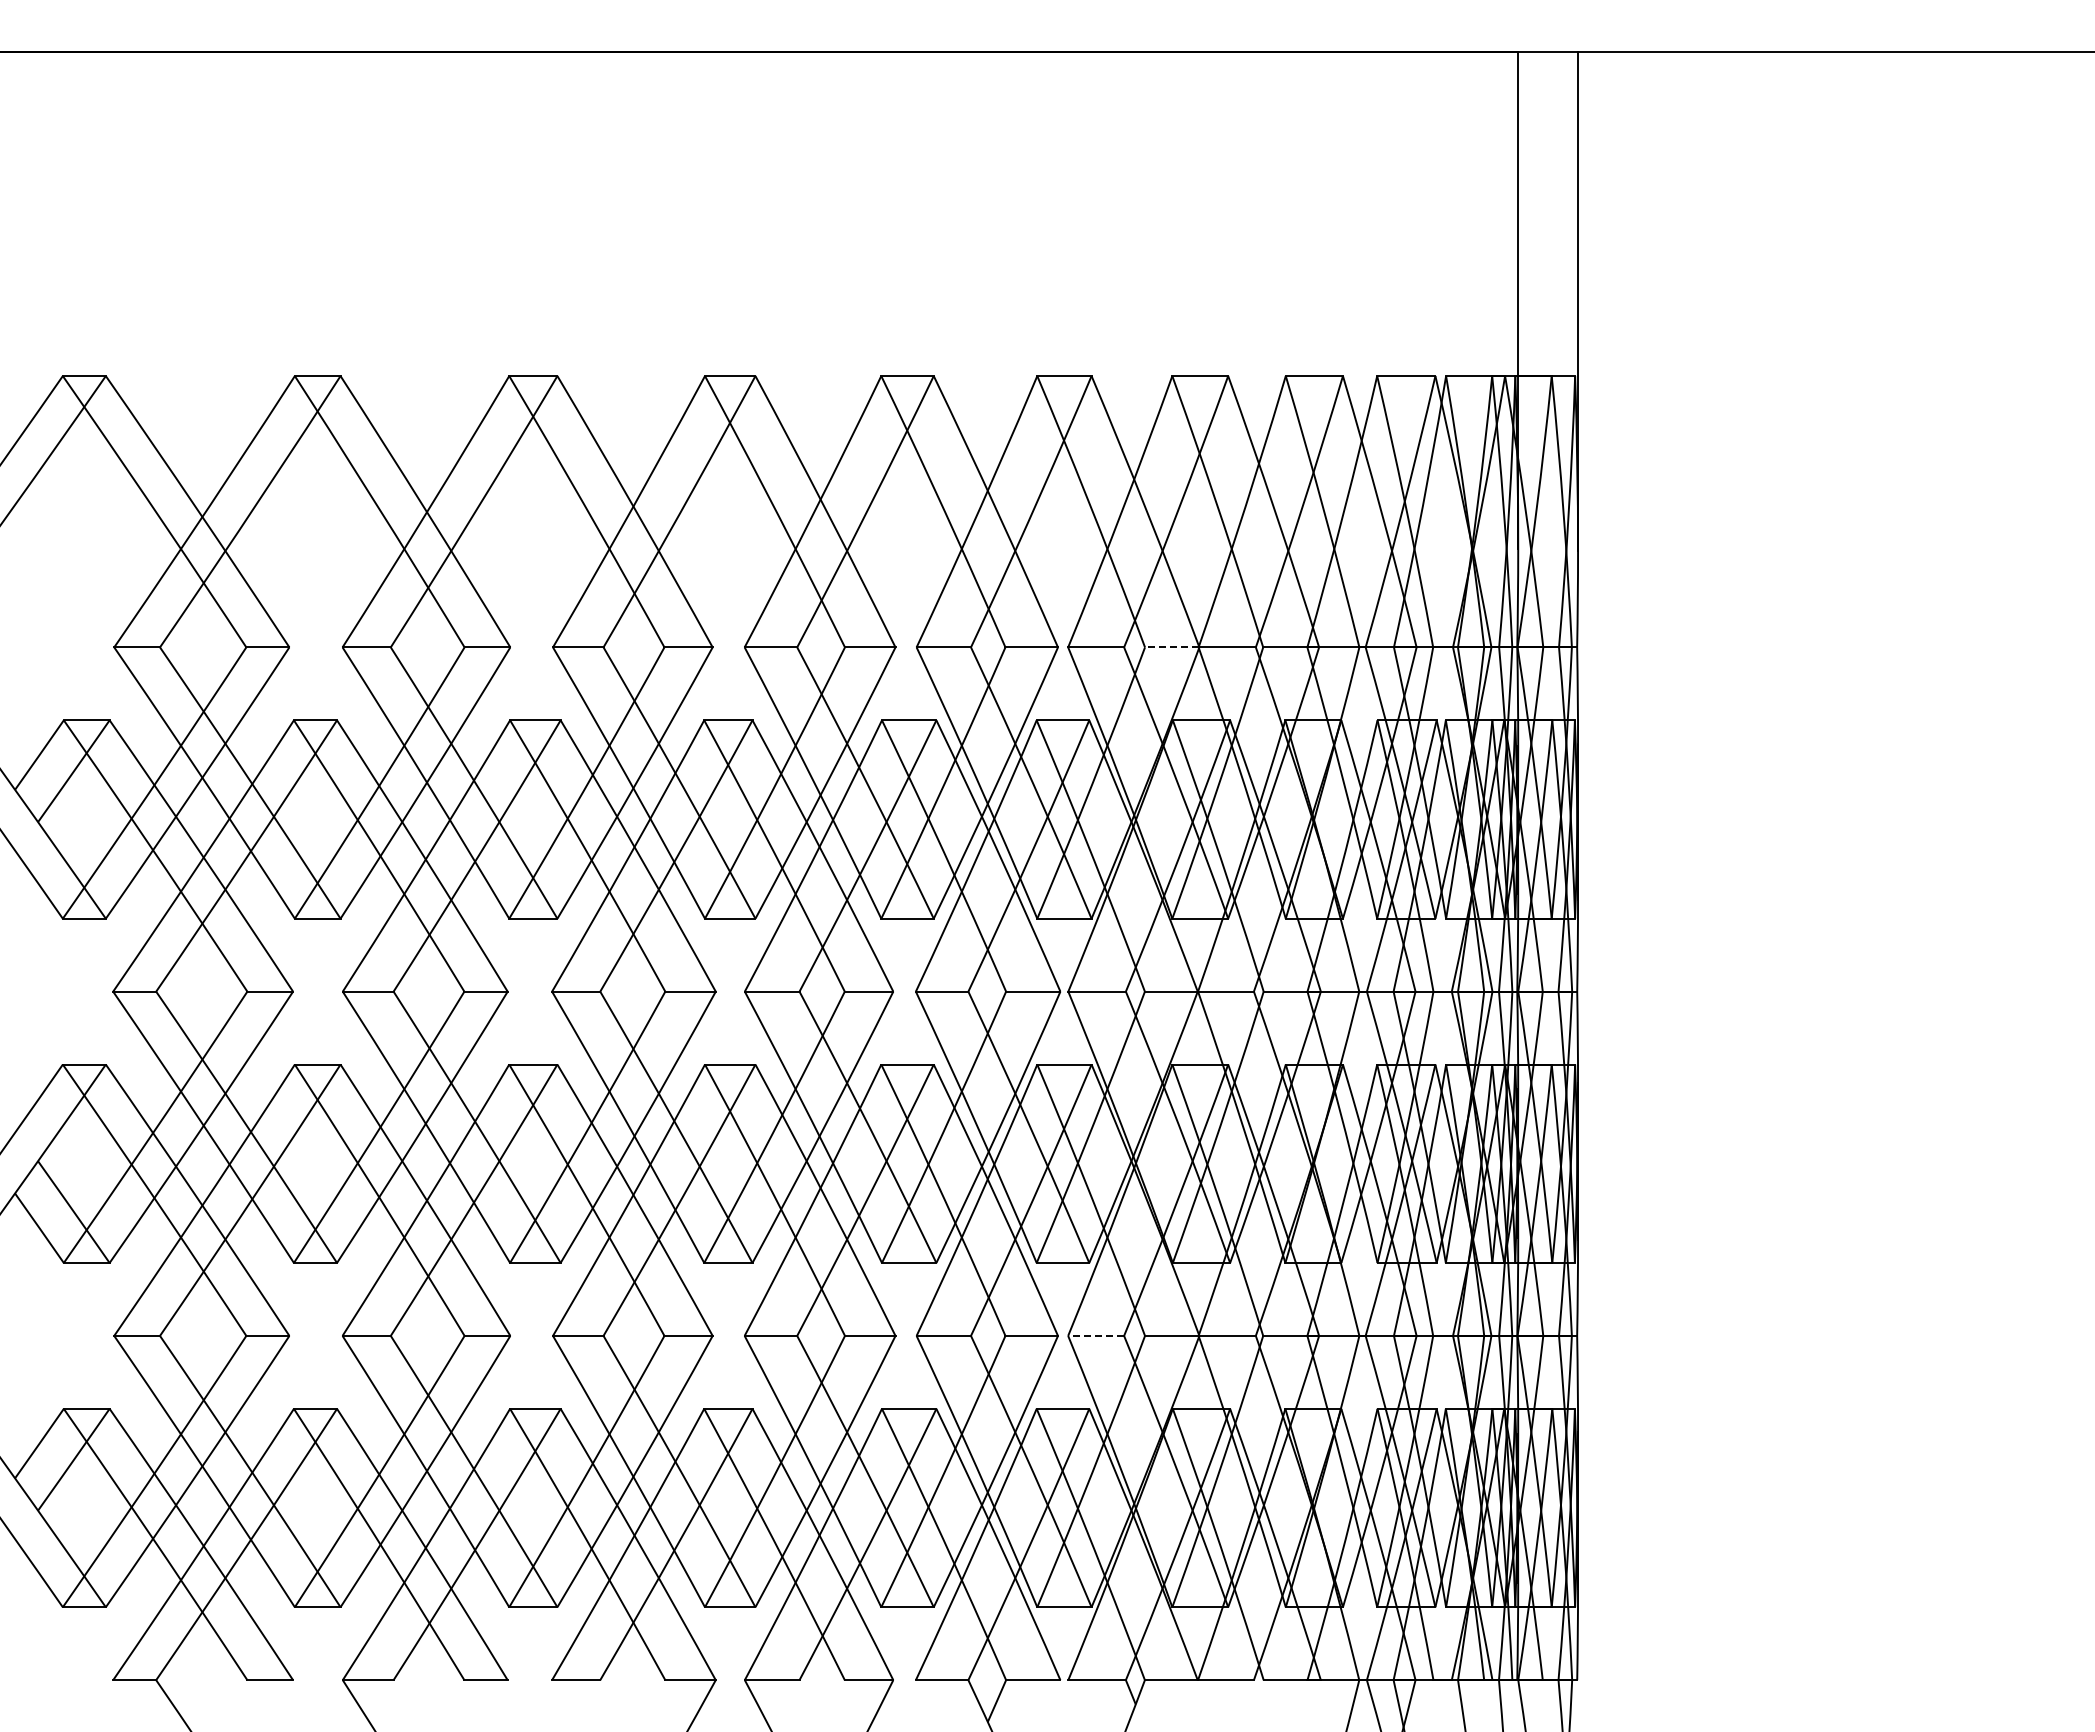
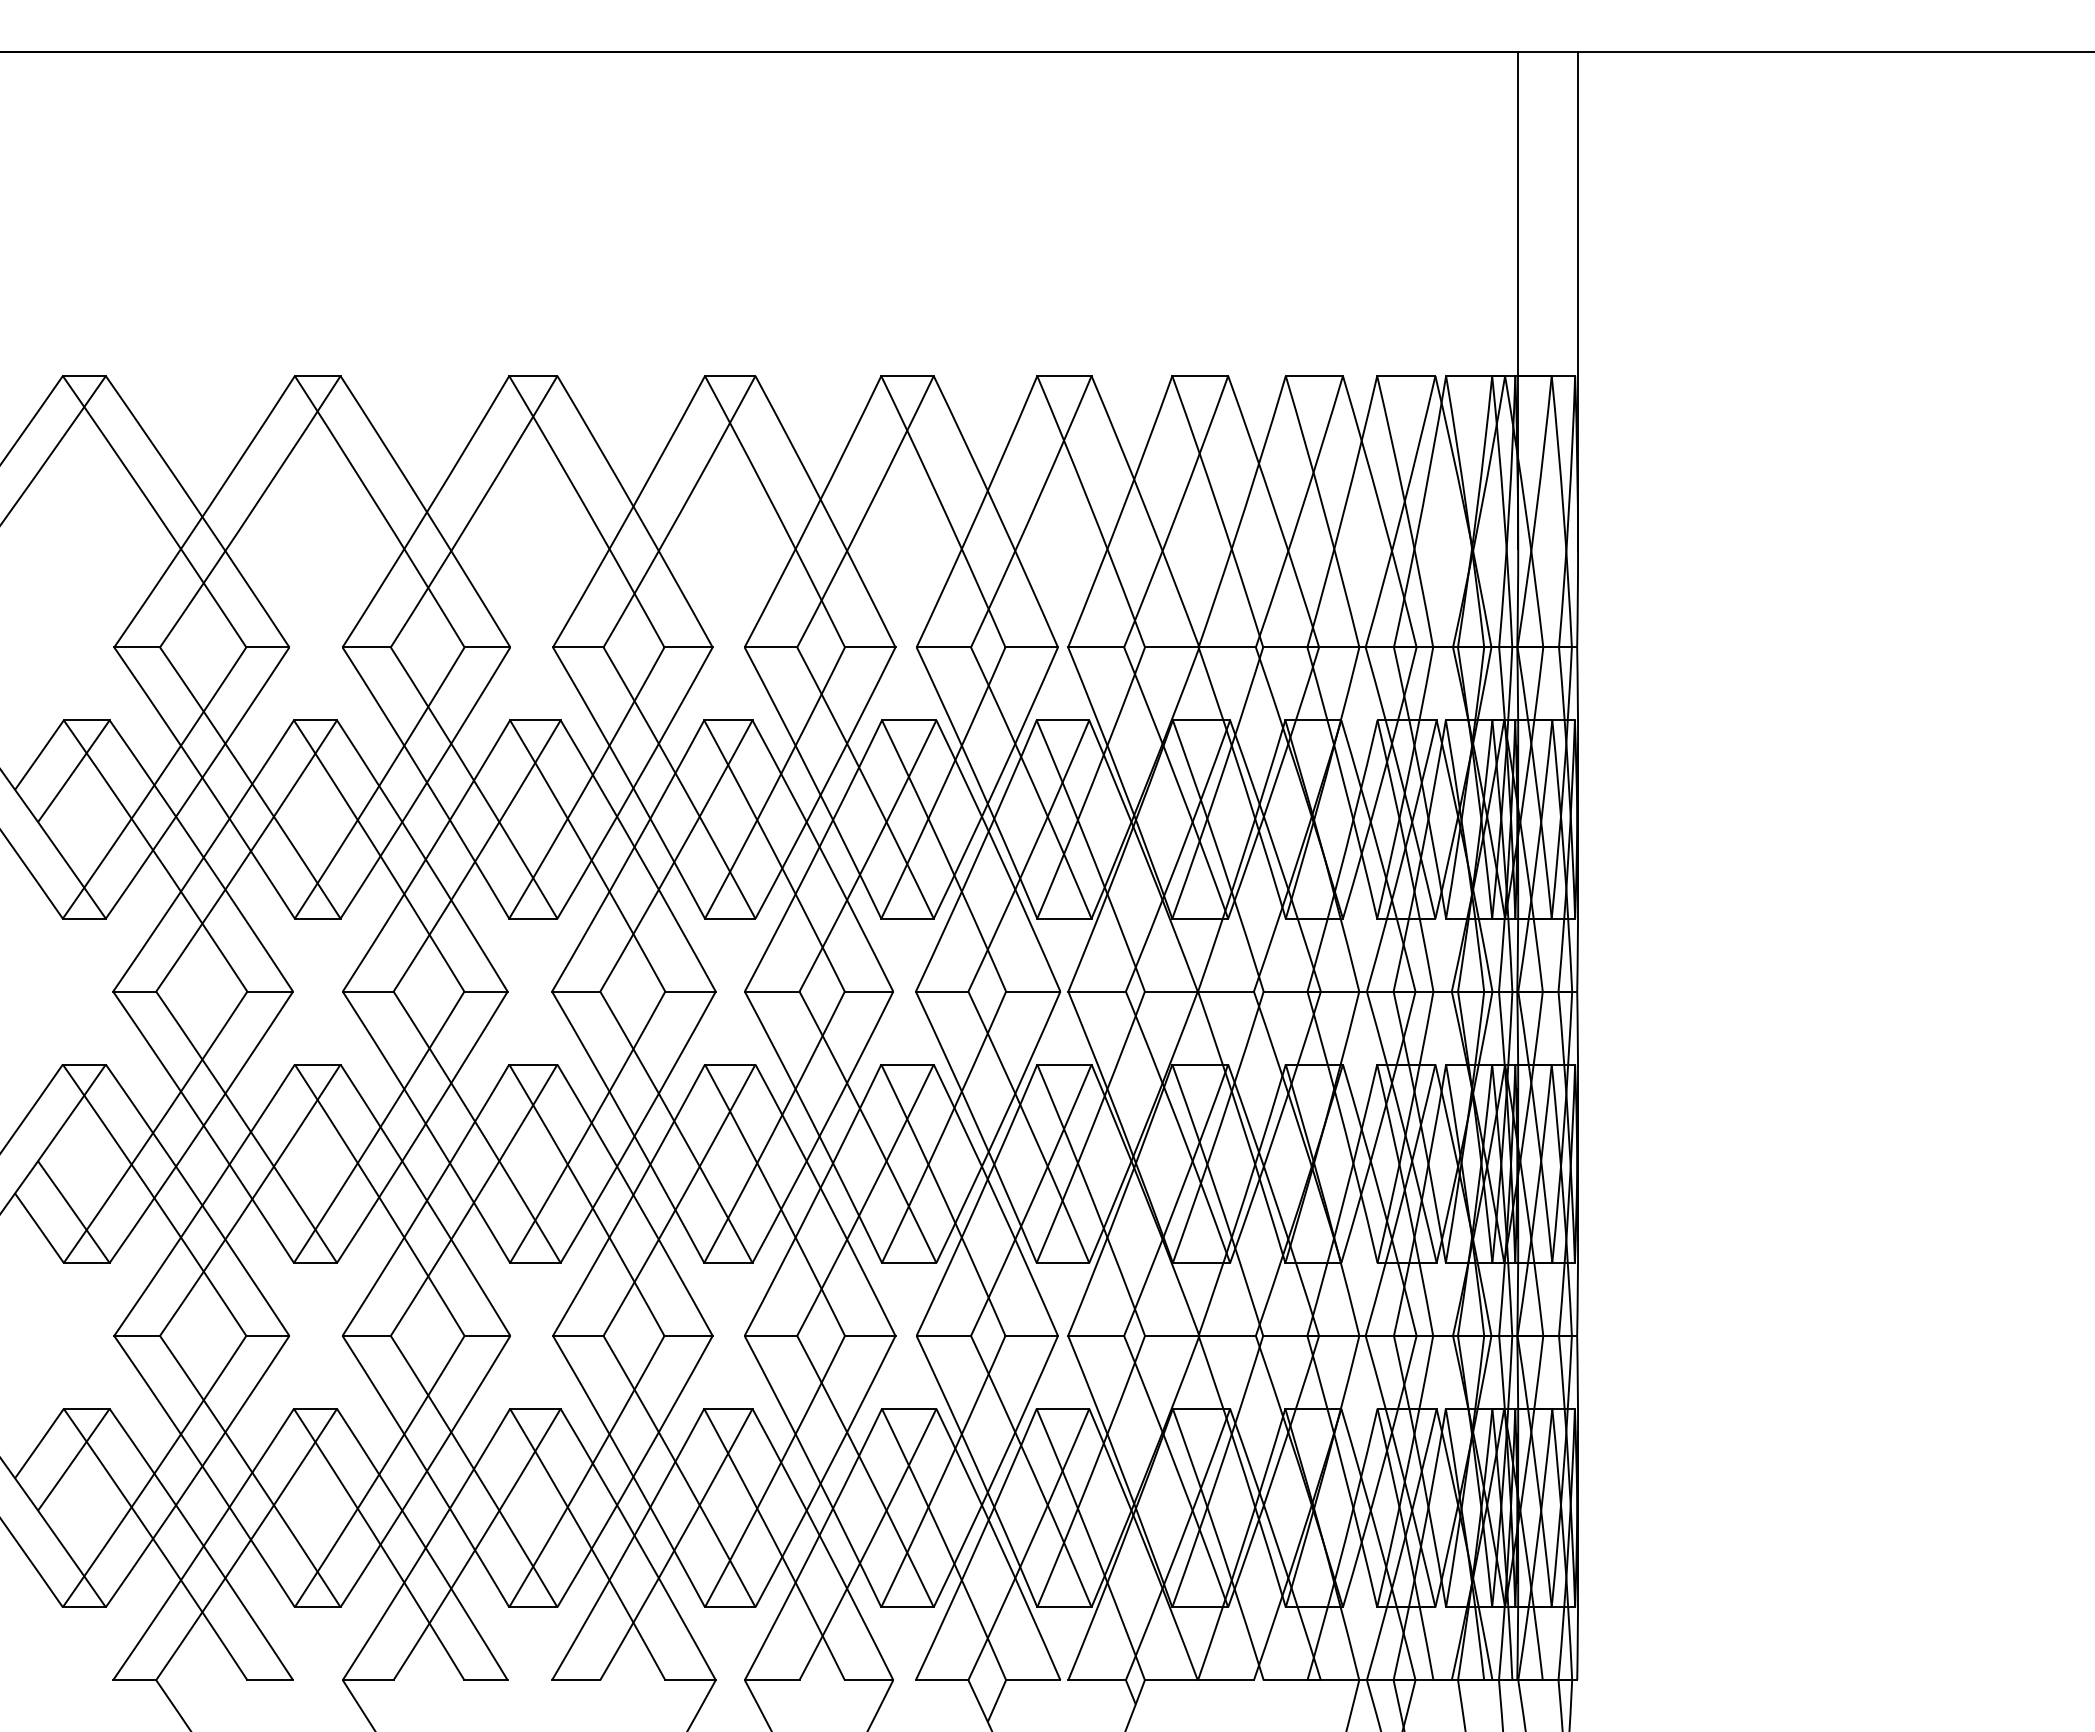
line at (1171, 647): dashed -> solid
line at (1096, 1335): dashed -> solid
